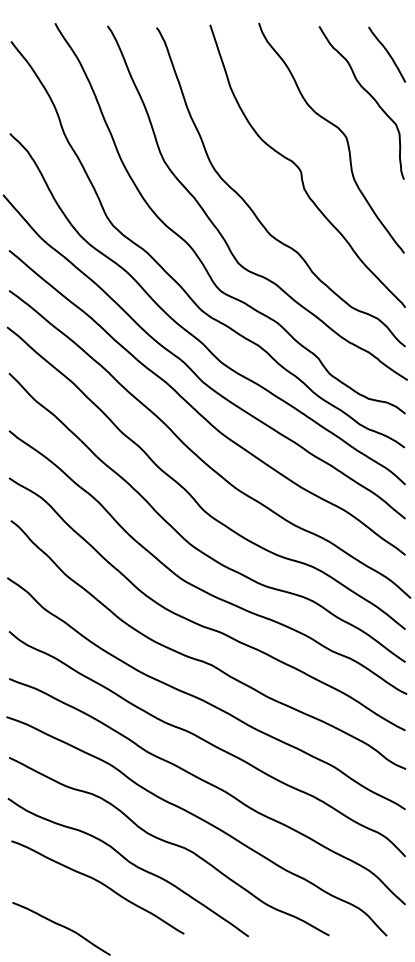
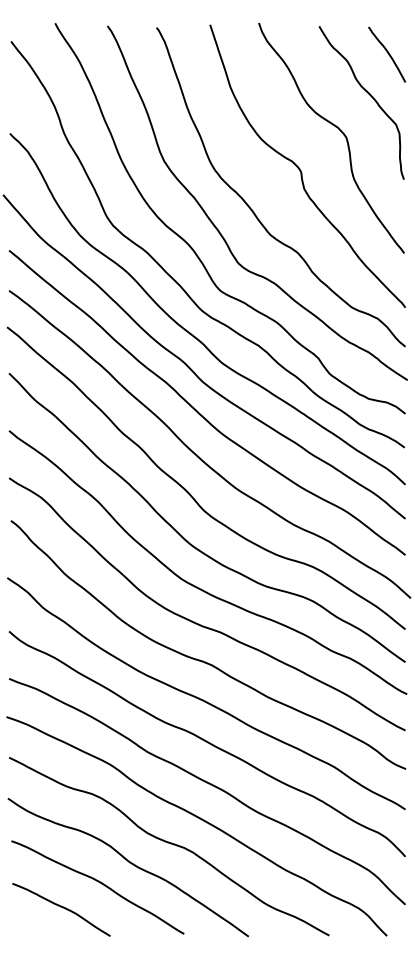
curve at (62, 927) position: (62, 927) -> (62, 908)
